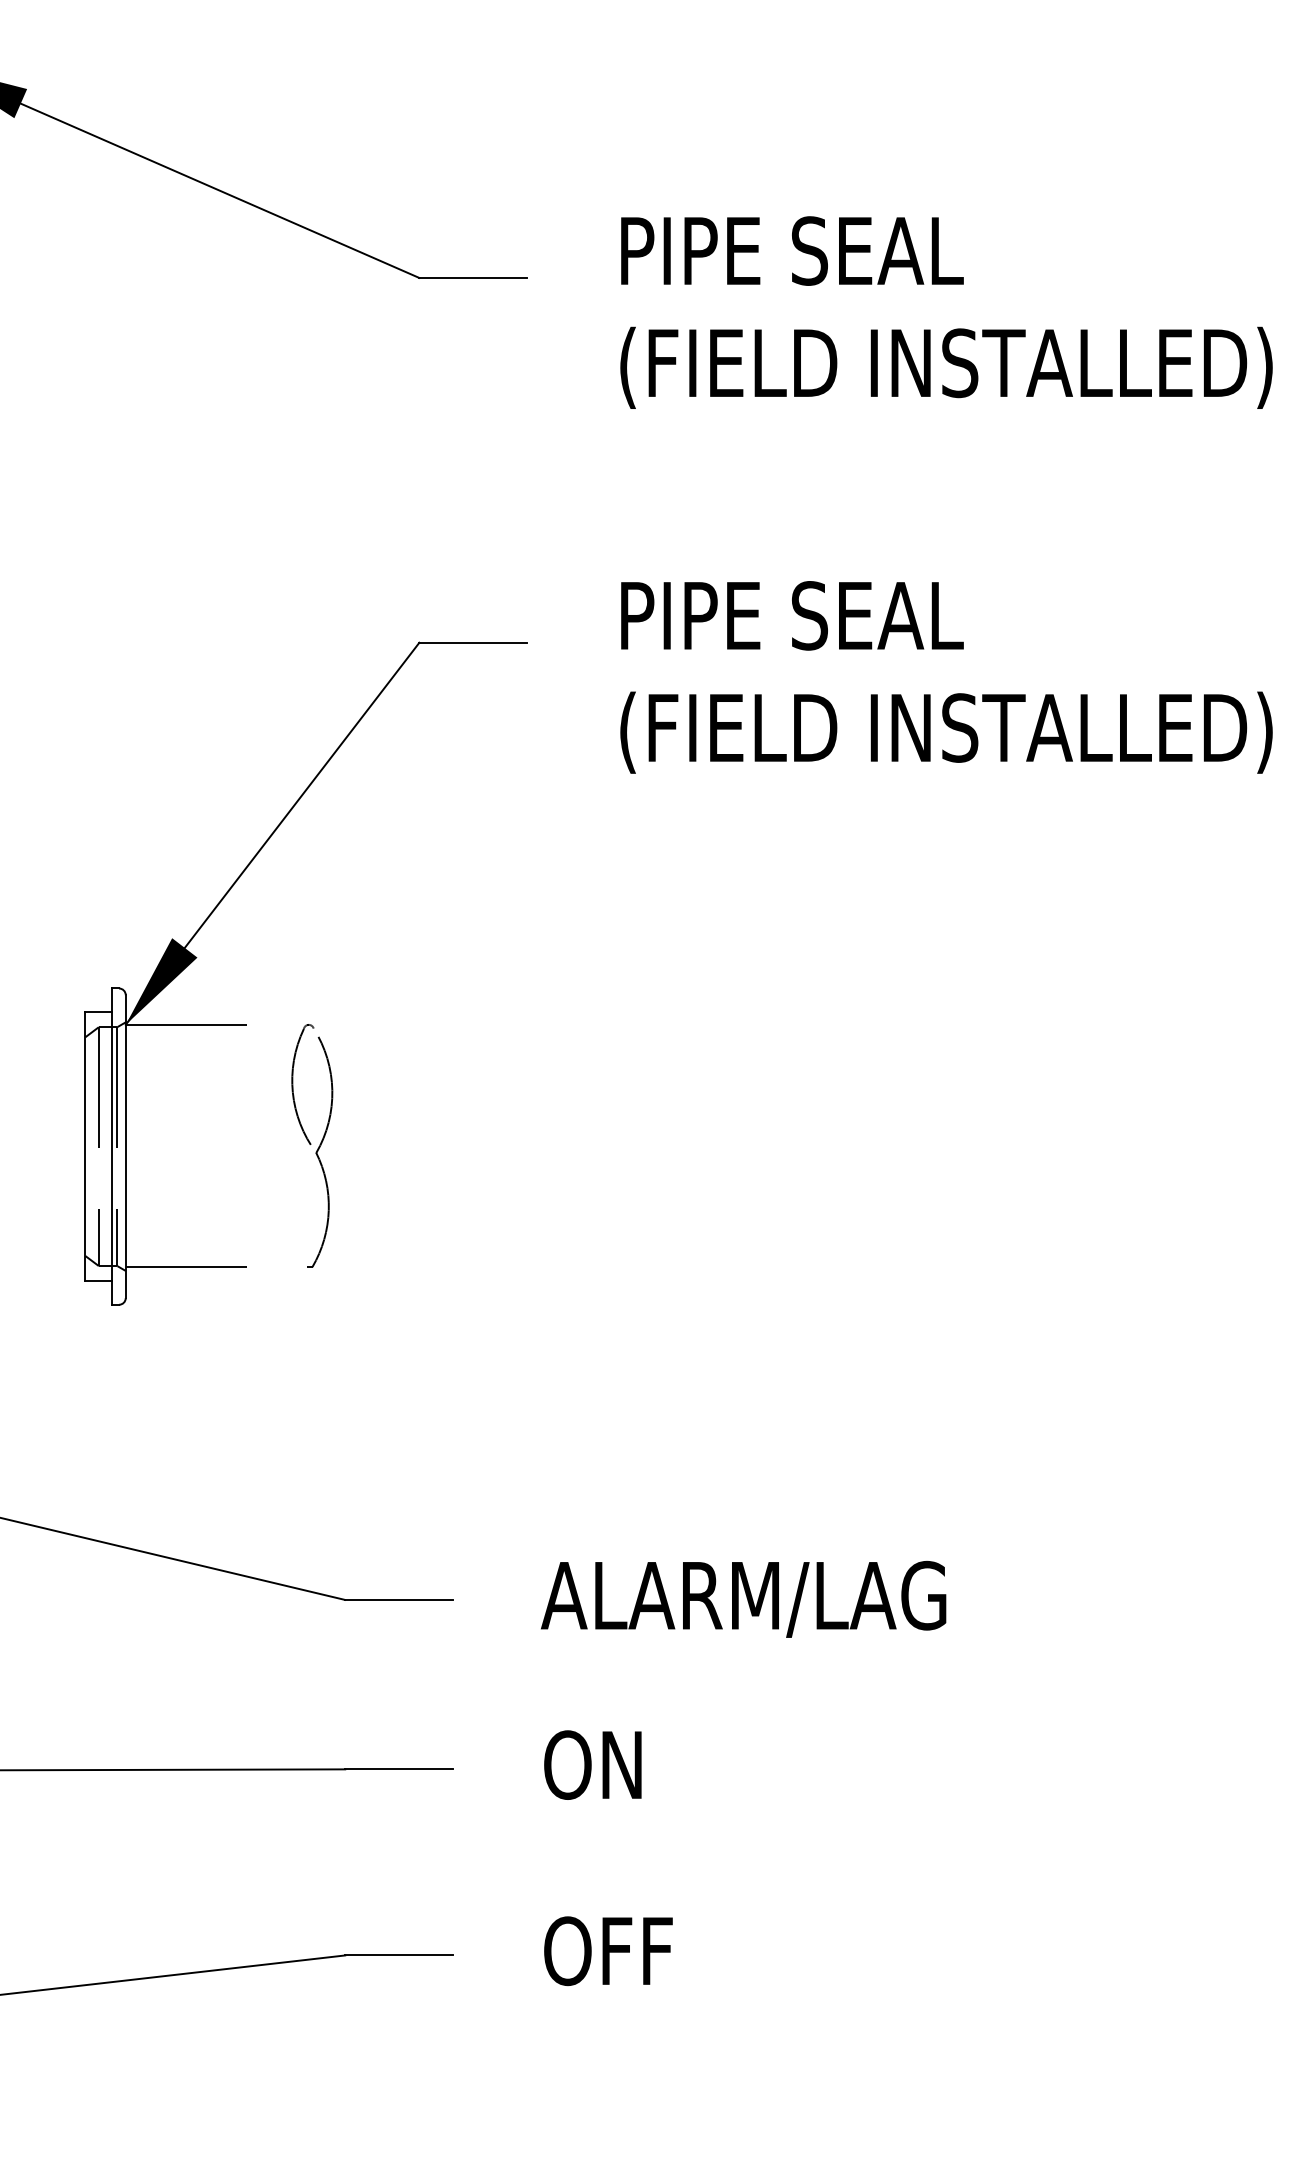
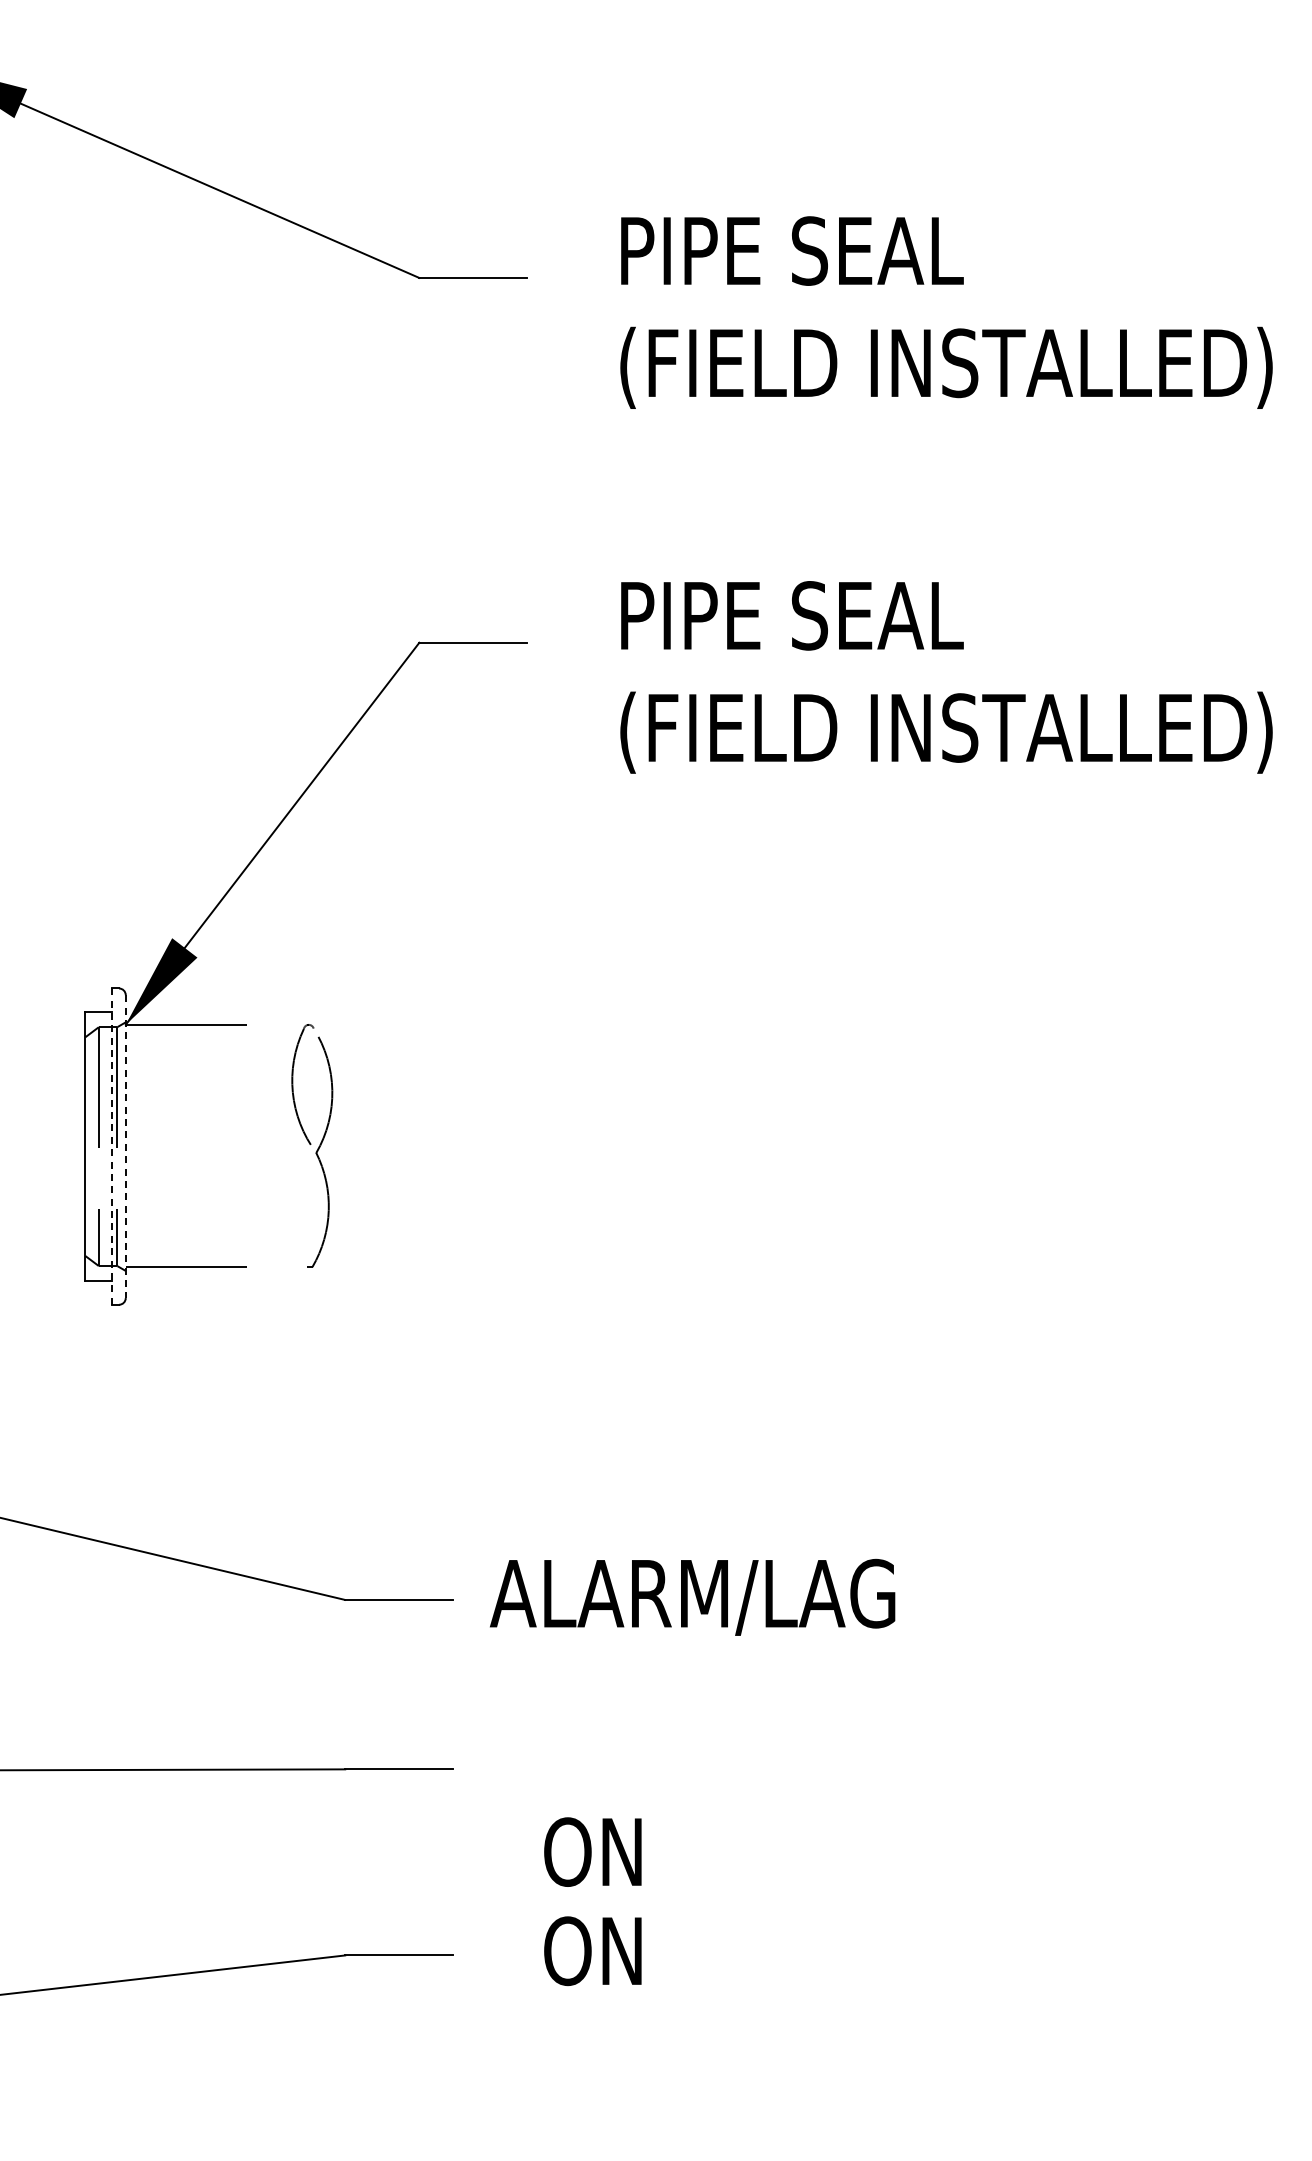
line at (112, 1146): solid -> dashed
line at (125, 1147): solid -> dashed
text at (743, 1598) position: (743, 1598) -> (692, 1596)
text at (592, 1764) position: (592, 1764) -> (592, 1851)
text at (640, 1950): OFF -> ON
